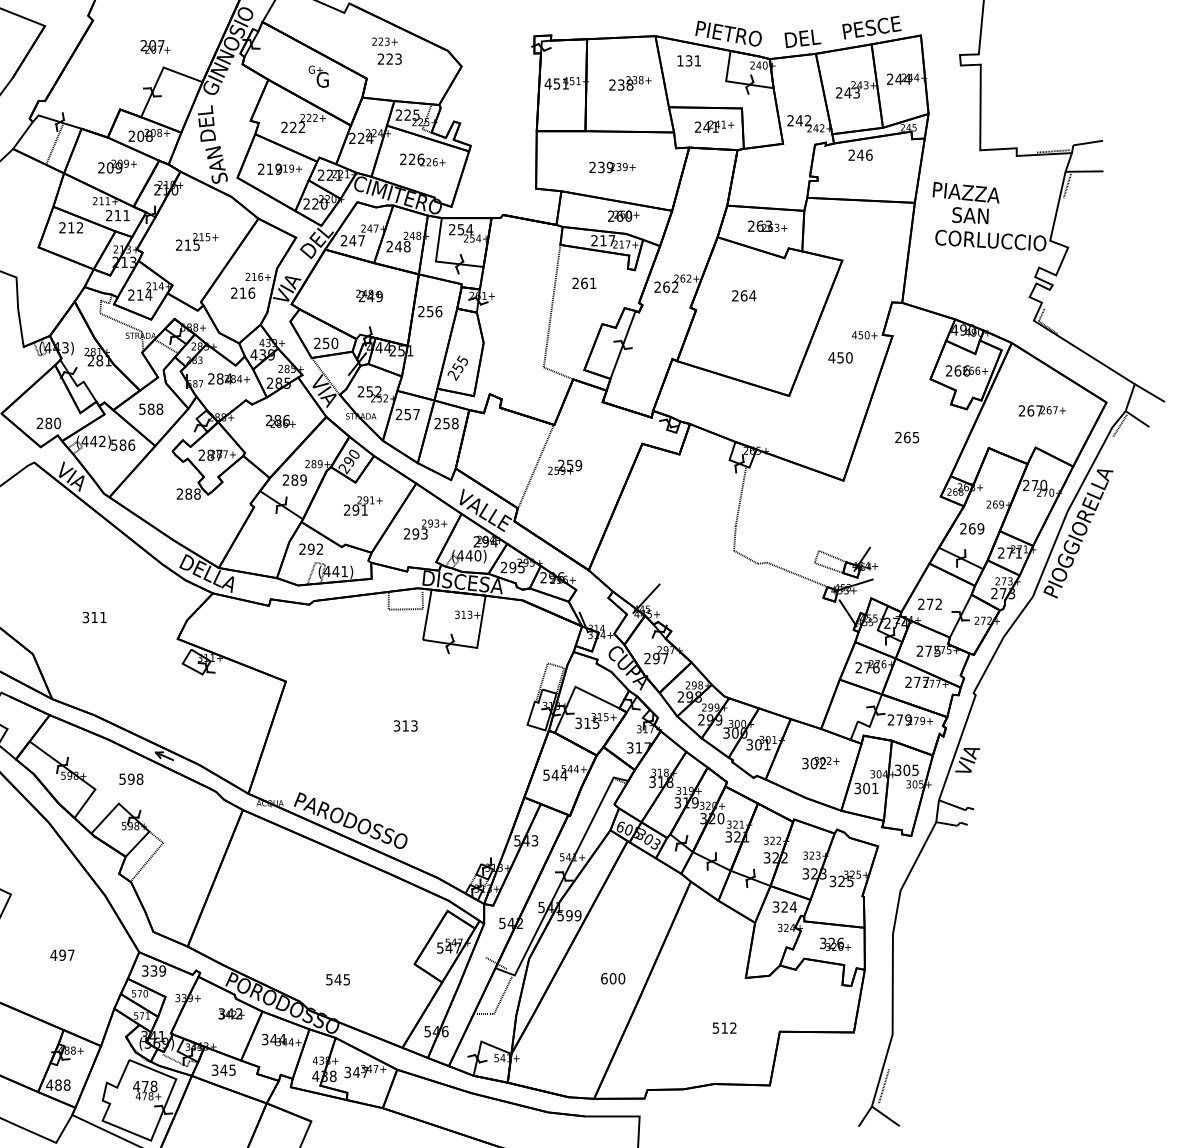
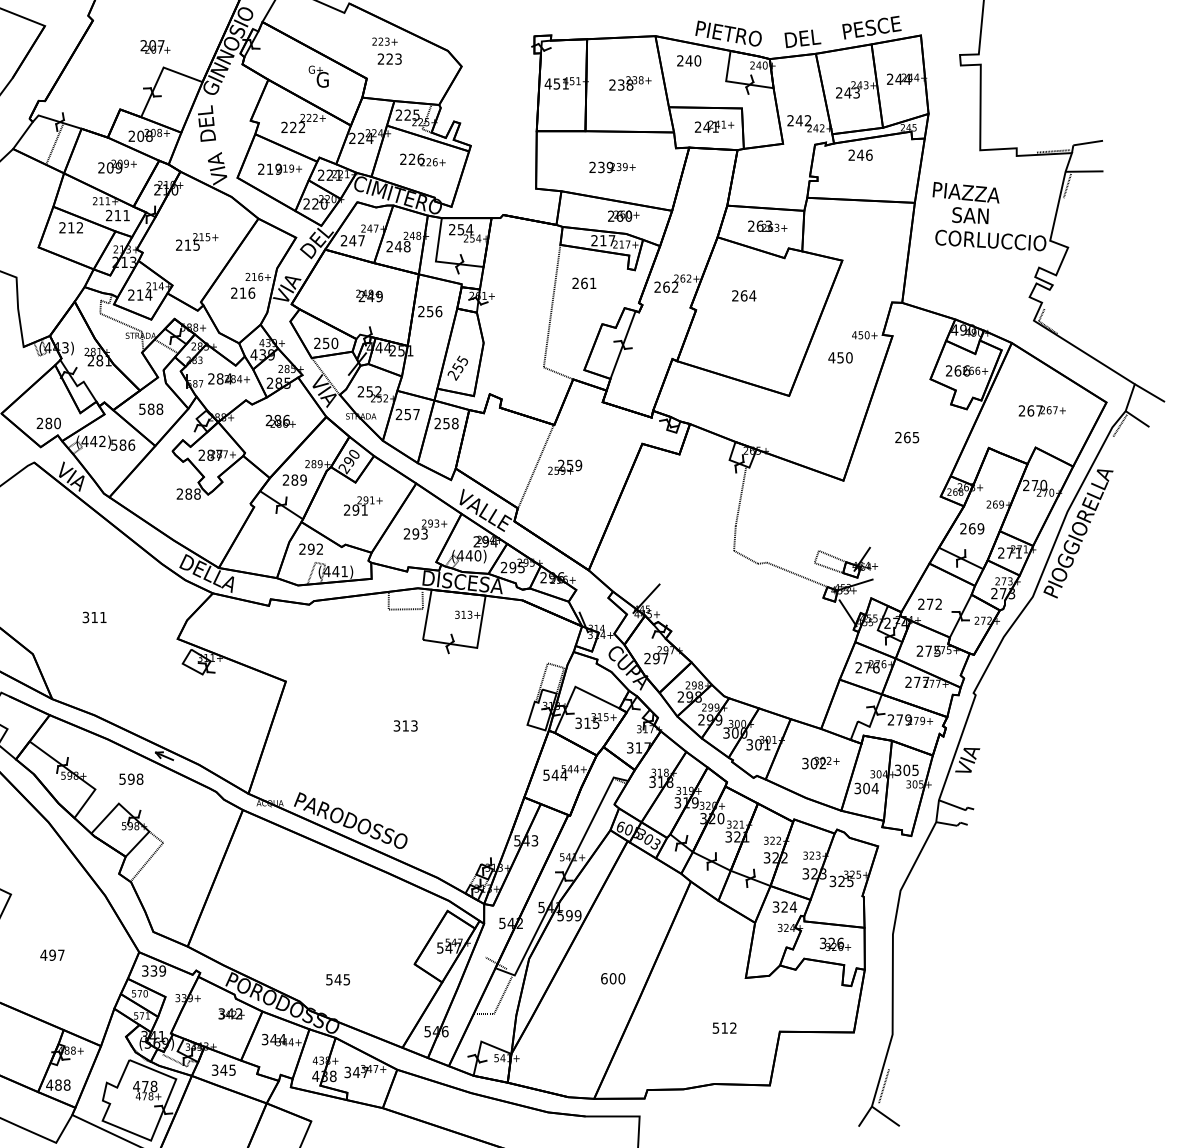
text at (689, 60): 131 -> 240
text at (216, 165): SAN -> VIA
text at (874, 788): 301 -> 304
text at (62, 954) position: (62, 954) -> (52, 954)
